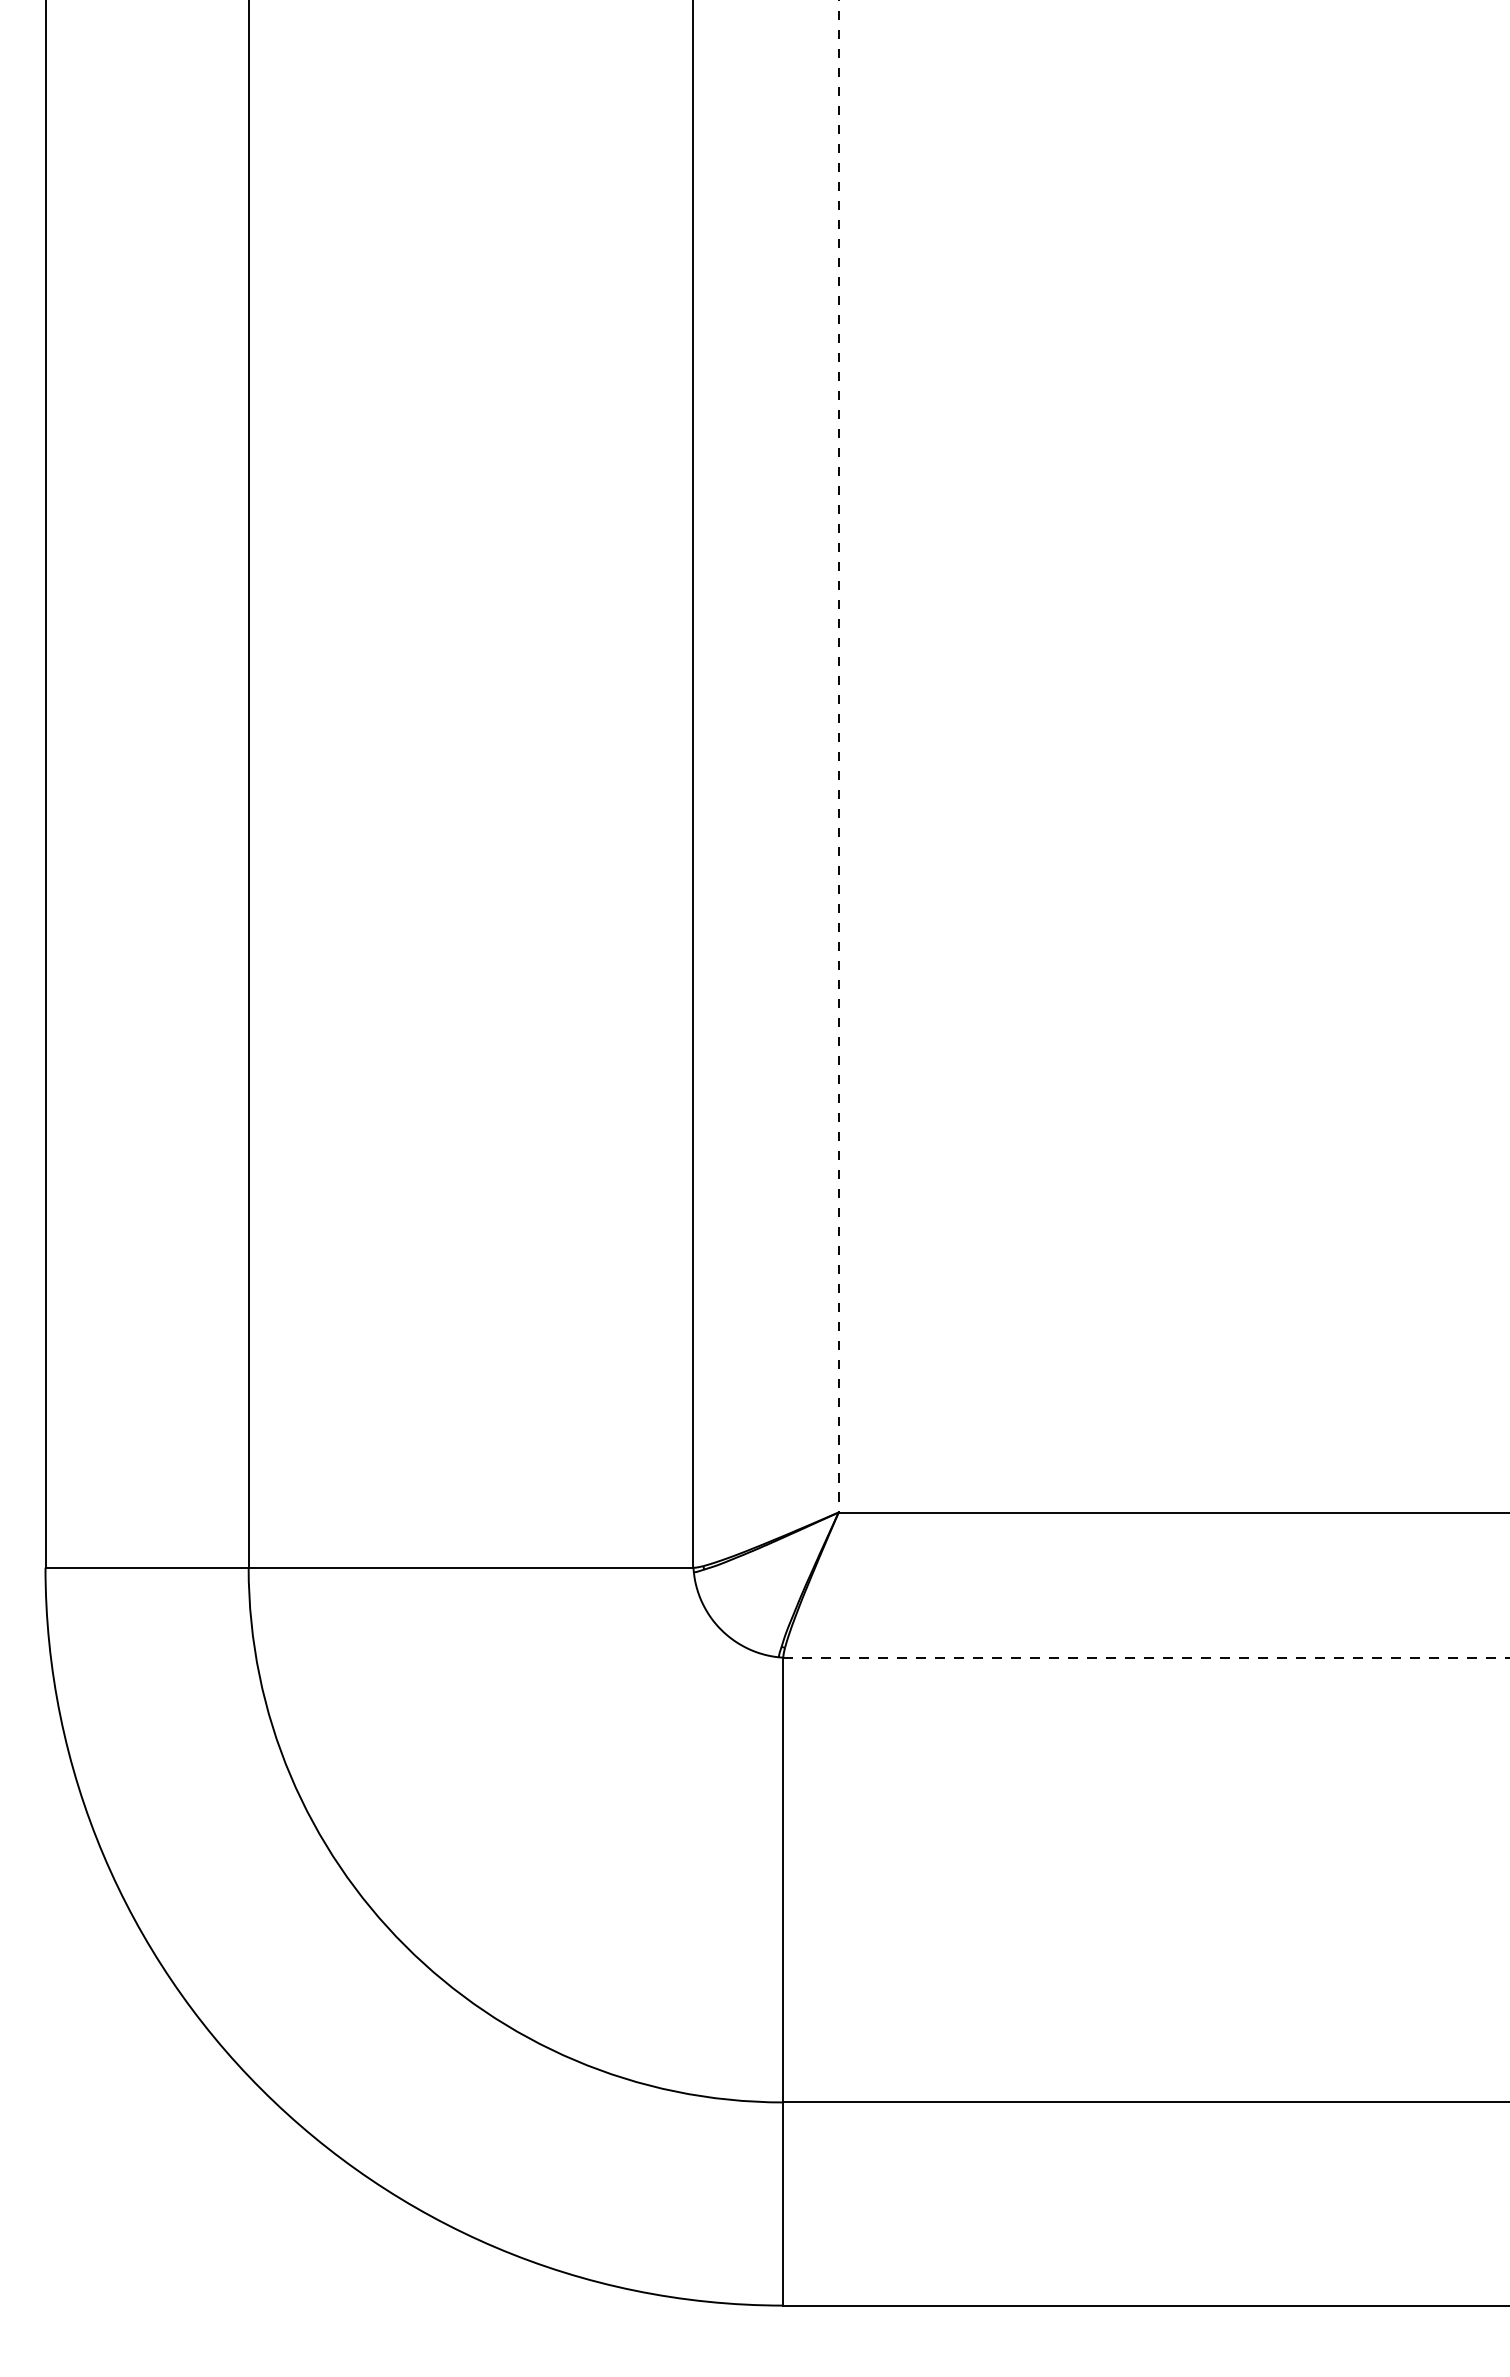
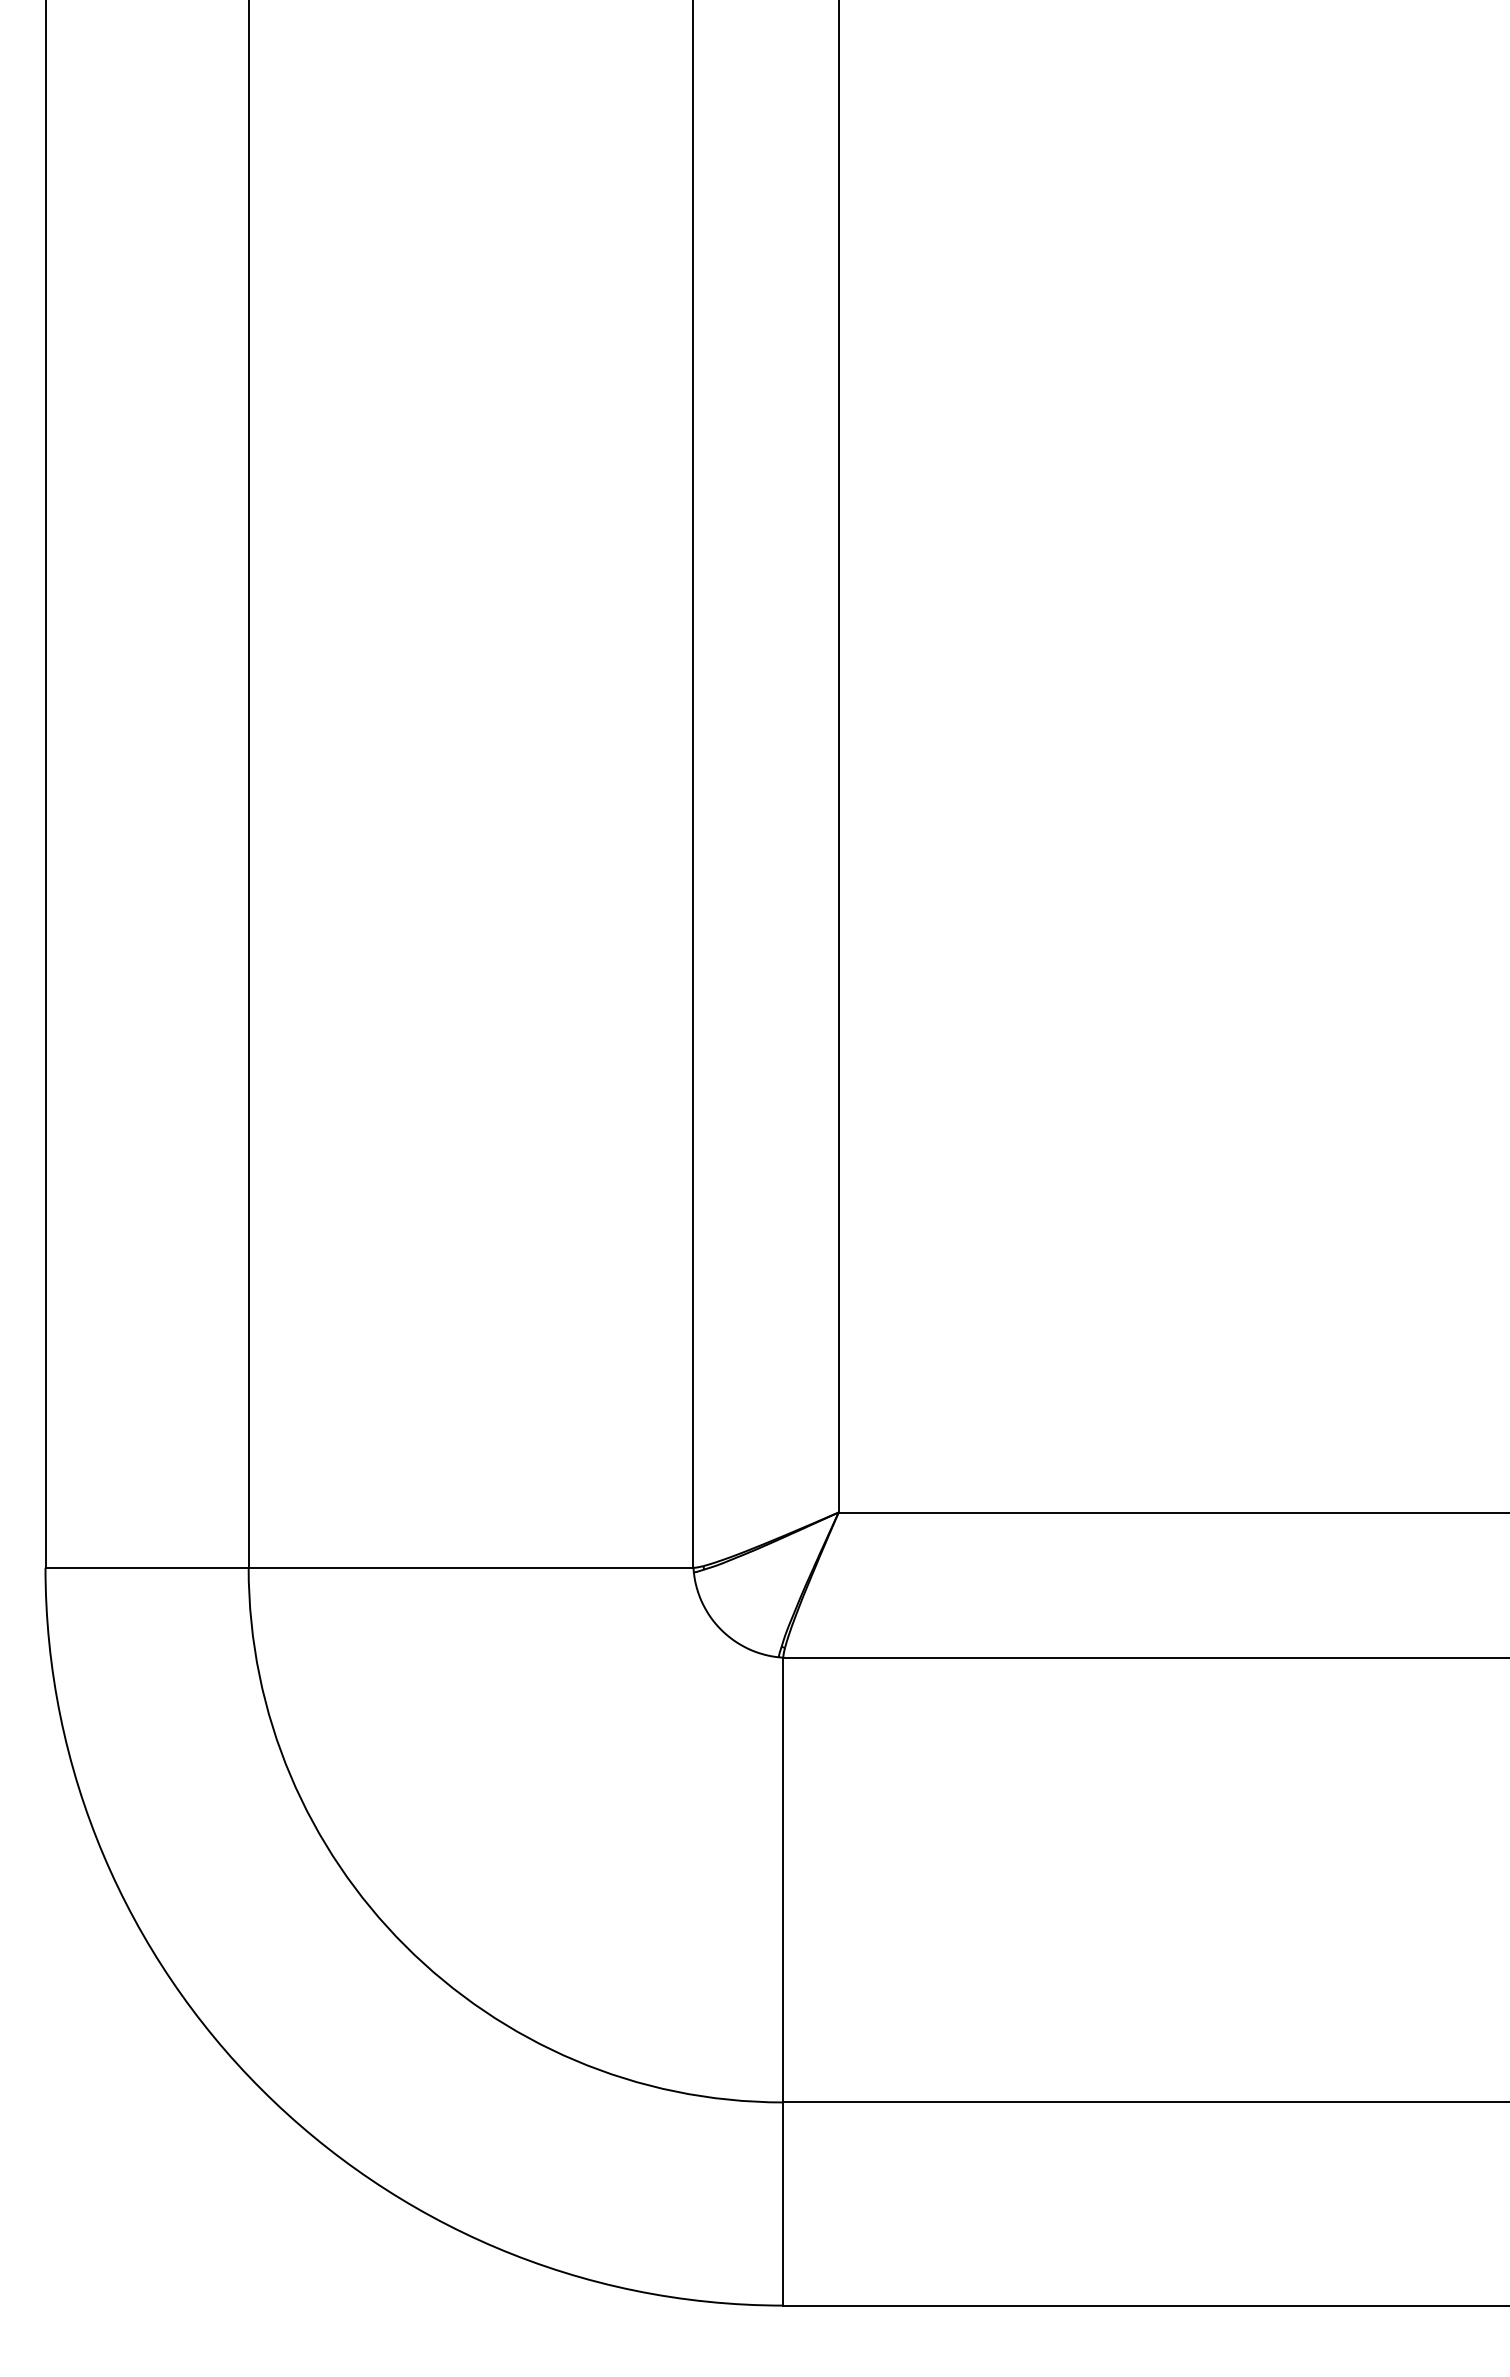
line at (838, 756): dashed -> solid
line at (1146, 1657): dashed -> solid
